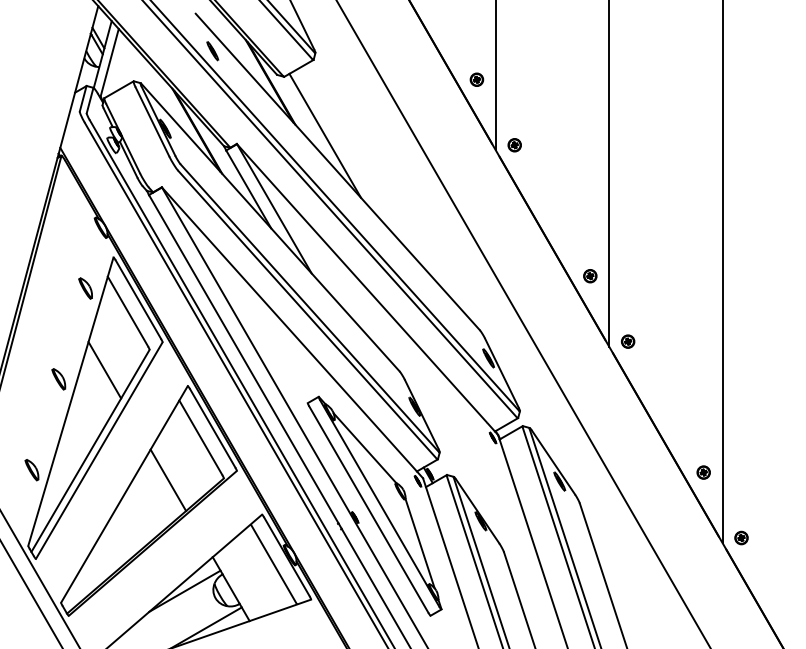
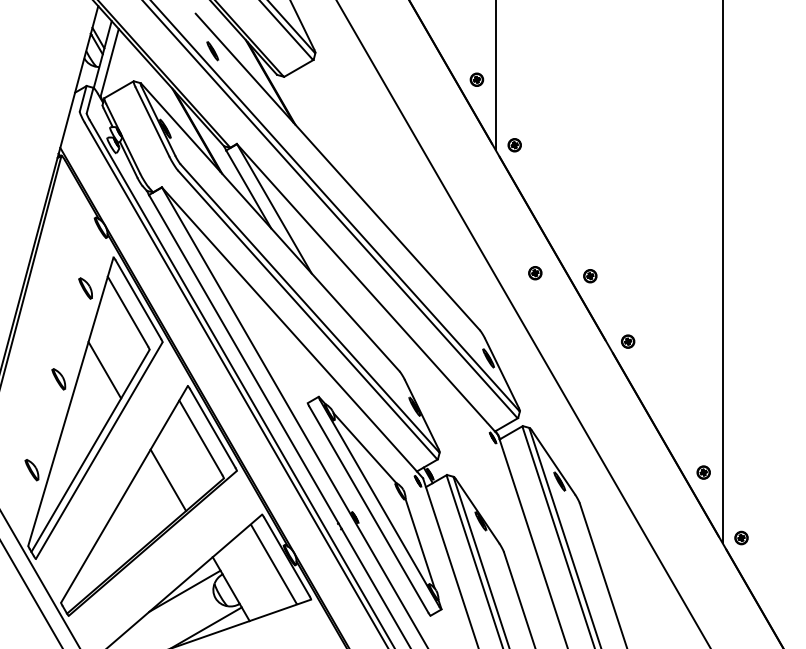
line at (324, 135): present -> none
line at (609, 174): present -> none
part at (535, 273): none -> present
